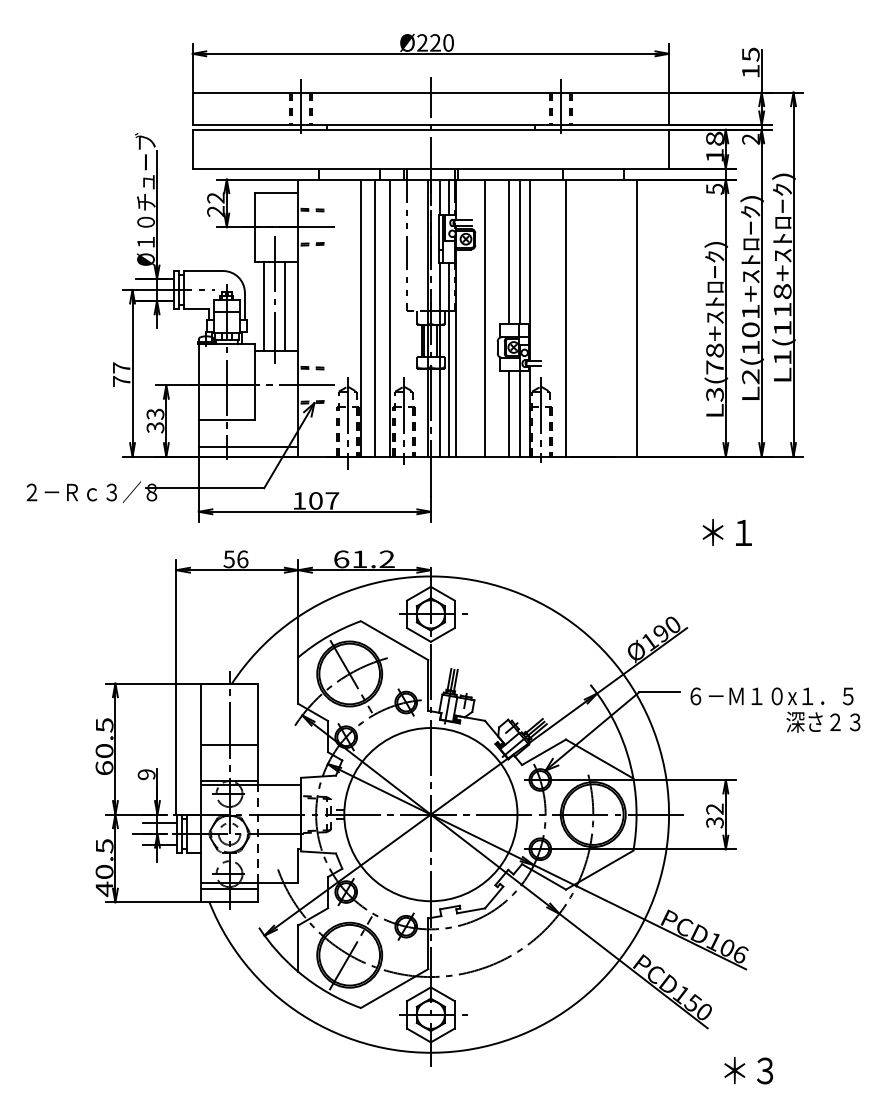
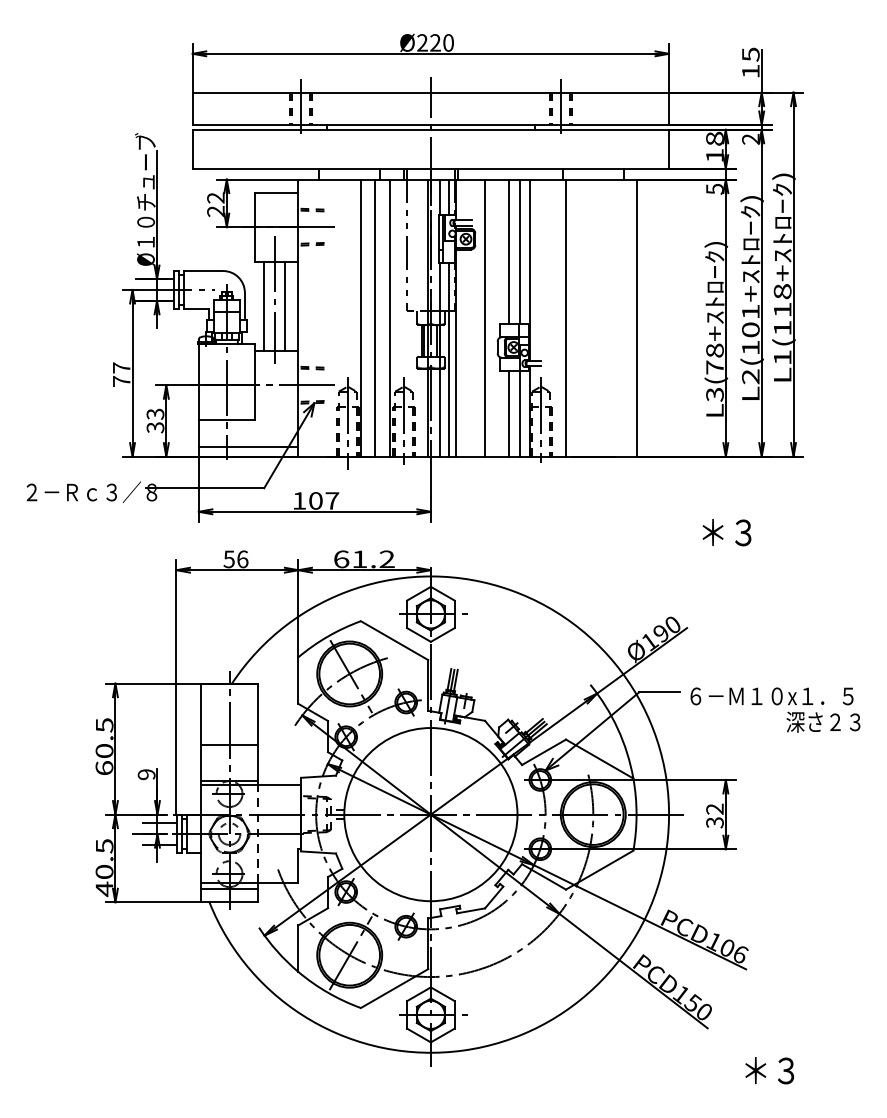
text at (743, 532): ＊１ -> ＊３
text at (748, 1070) position: (748, 1070) -> (769, 1070)
